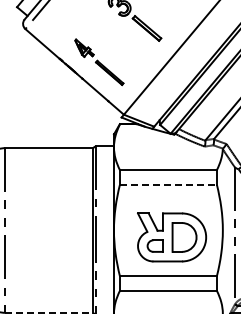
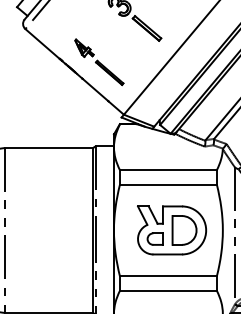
line at (168, 184): dashed -> solid
part at (172, 237) position: (172, 237) -> (172, 230)
line at (49, 312): dashed -> solid
